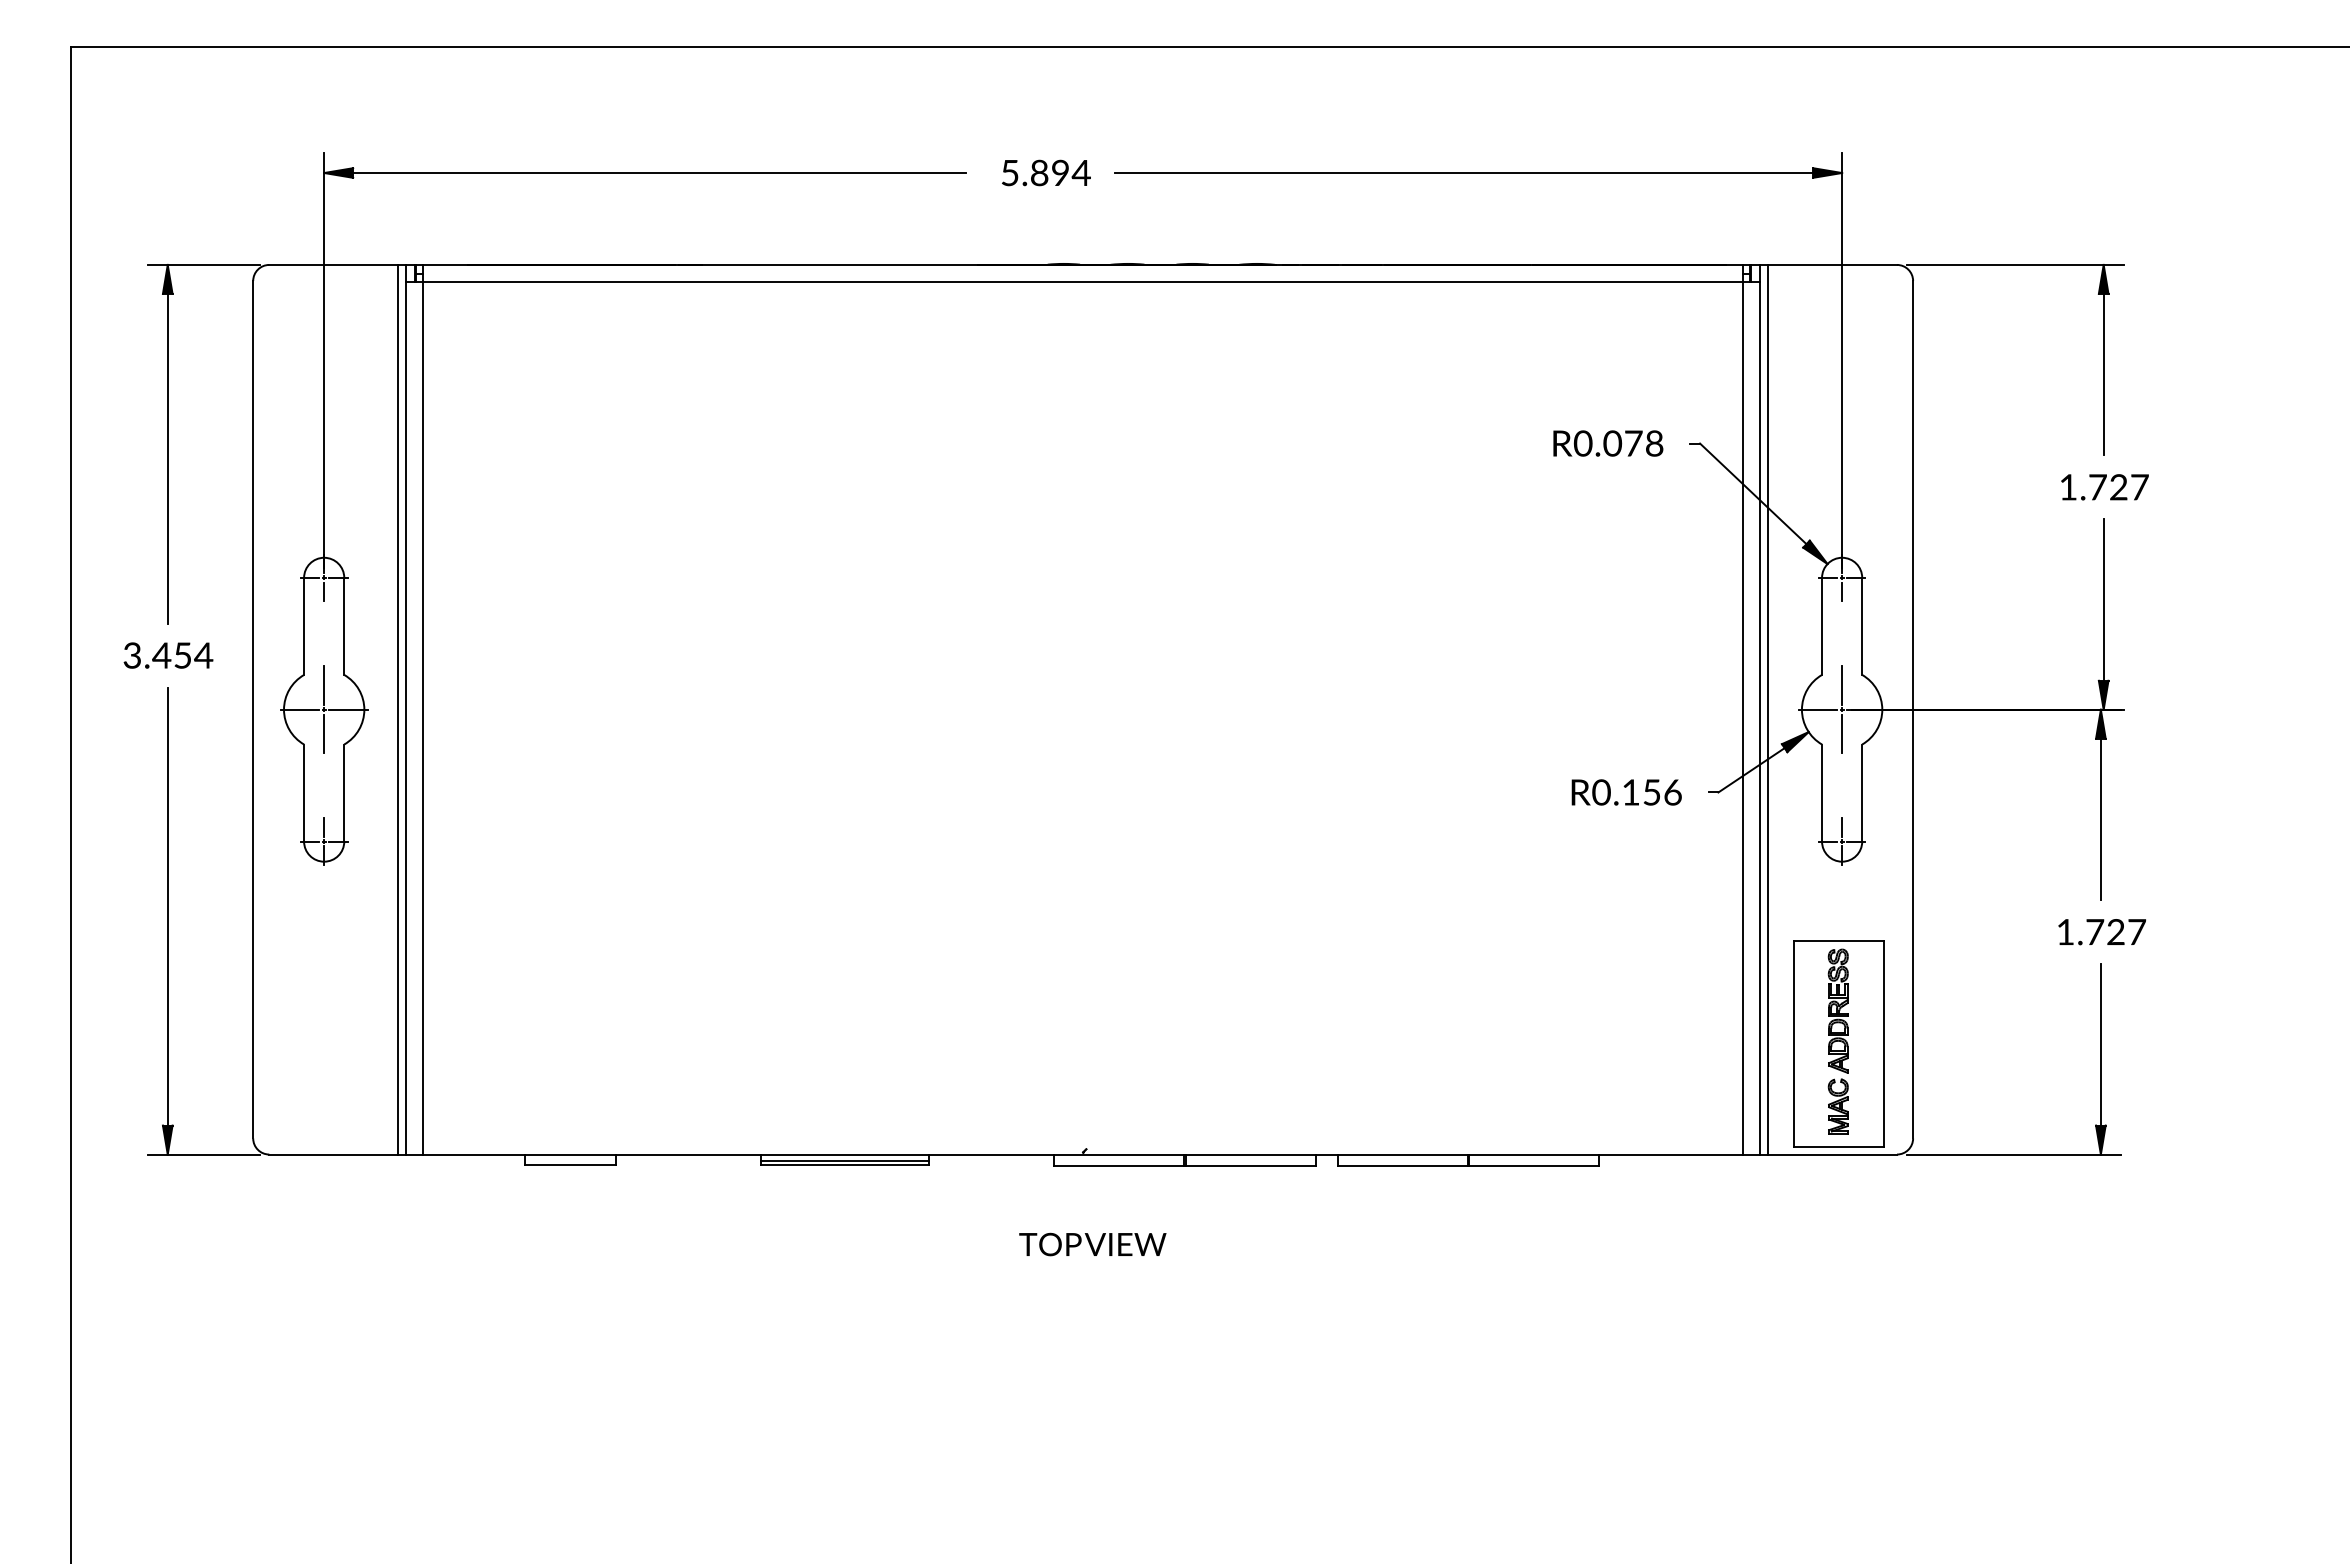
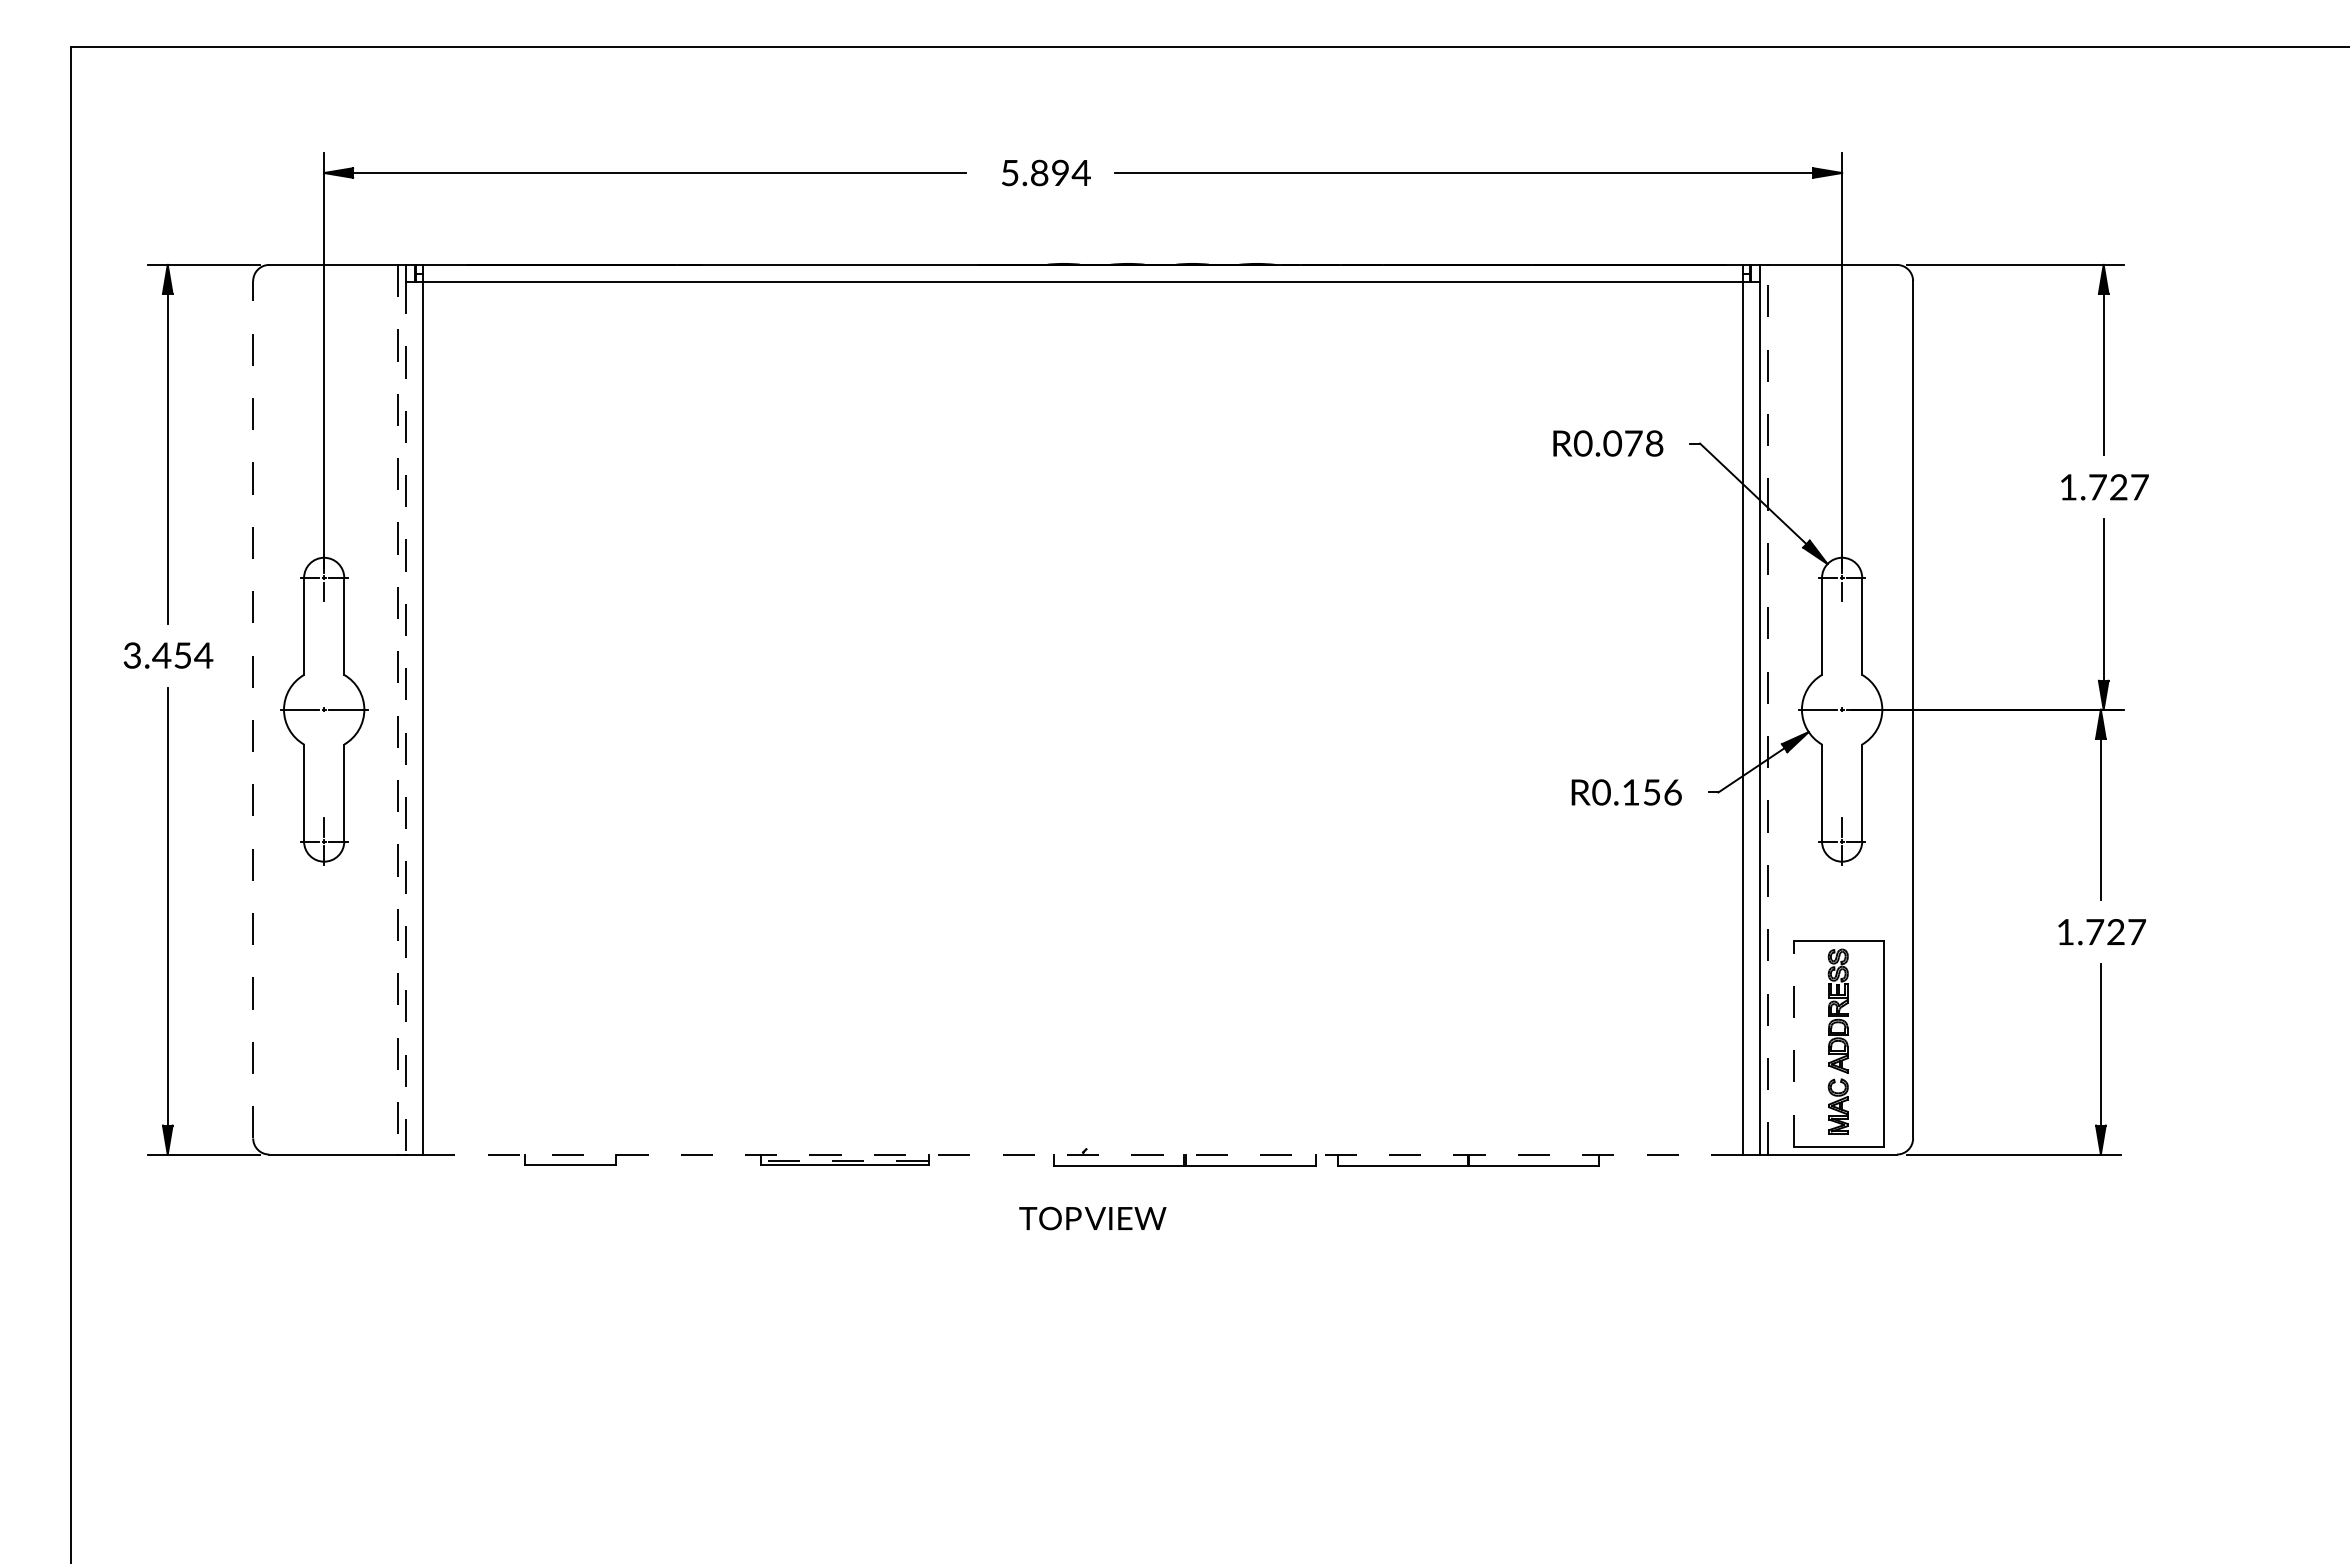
line at (324, 685): present -> none
line at (1842, 685): present -> none
line at (253, 709): solid -> dashed
line at (398, 709): solid -> dashed
line at (1767, 709): solid -> dashed
line at (406, 718): solid -> dashed
line at (324, 733): present -> none
line at (1842, 733): present -> none
line at (1793, 1043): solid -> dashed
line at (1083, 1154): solid -> dashed
line at (844, 1160): solid -> dashed
text at (1092, 1244) position: (1092, 1244) -> (1092, 1218)
